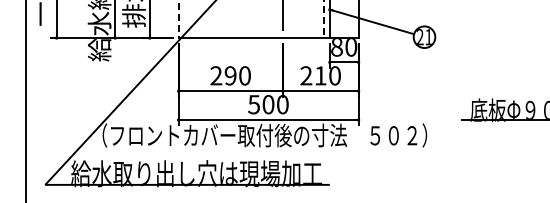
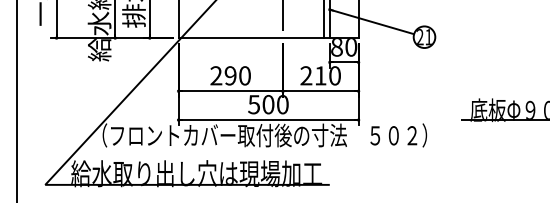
line at (178, 19): dashed -> solid
line at (324, 19): dashed -> solid
line at (25, 100) position: (25, 100) -> (16, 100)
